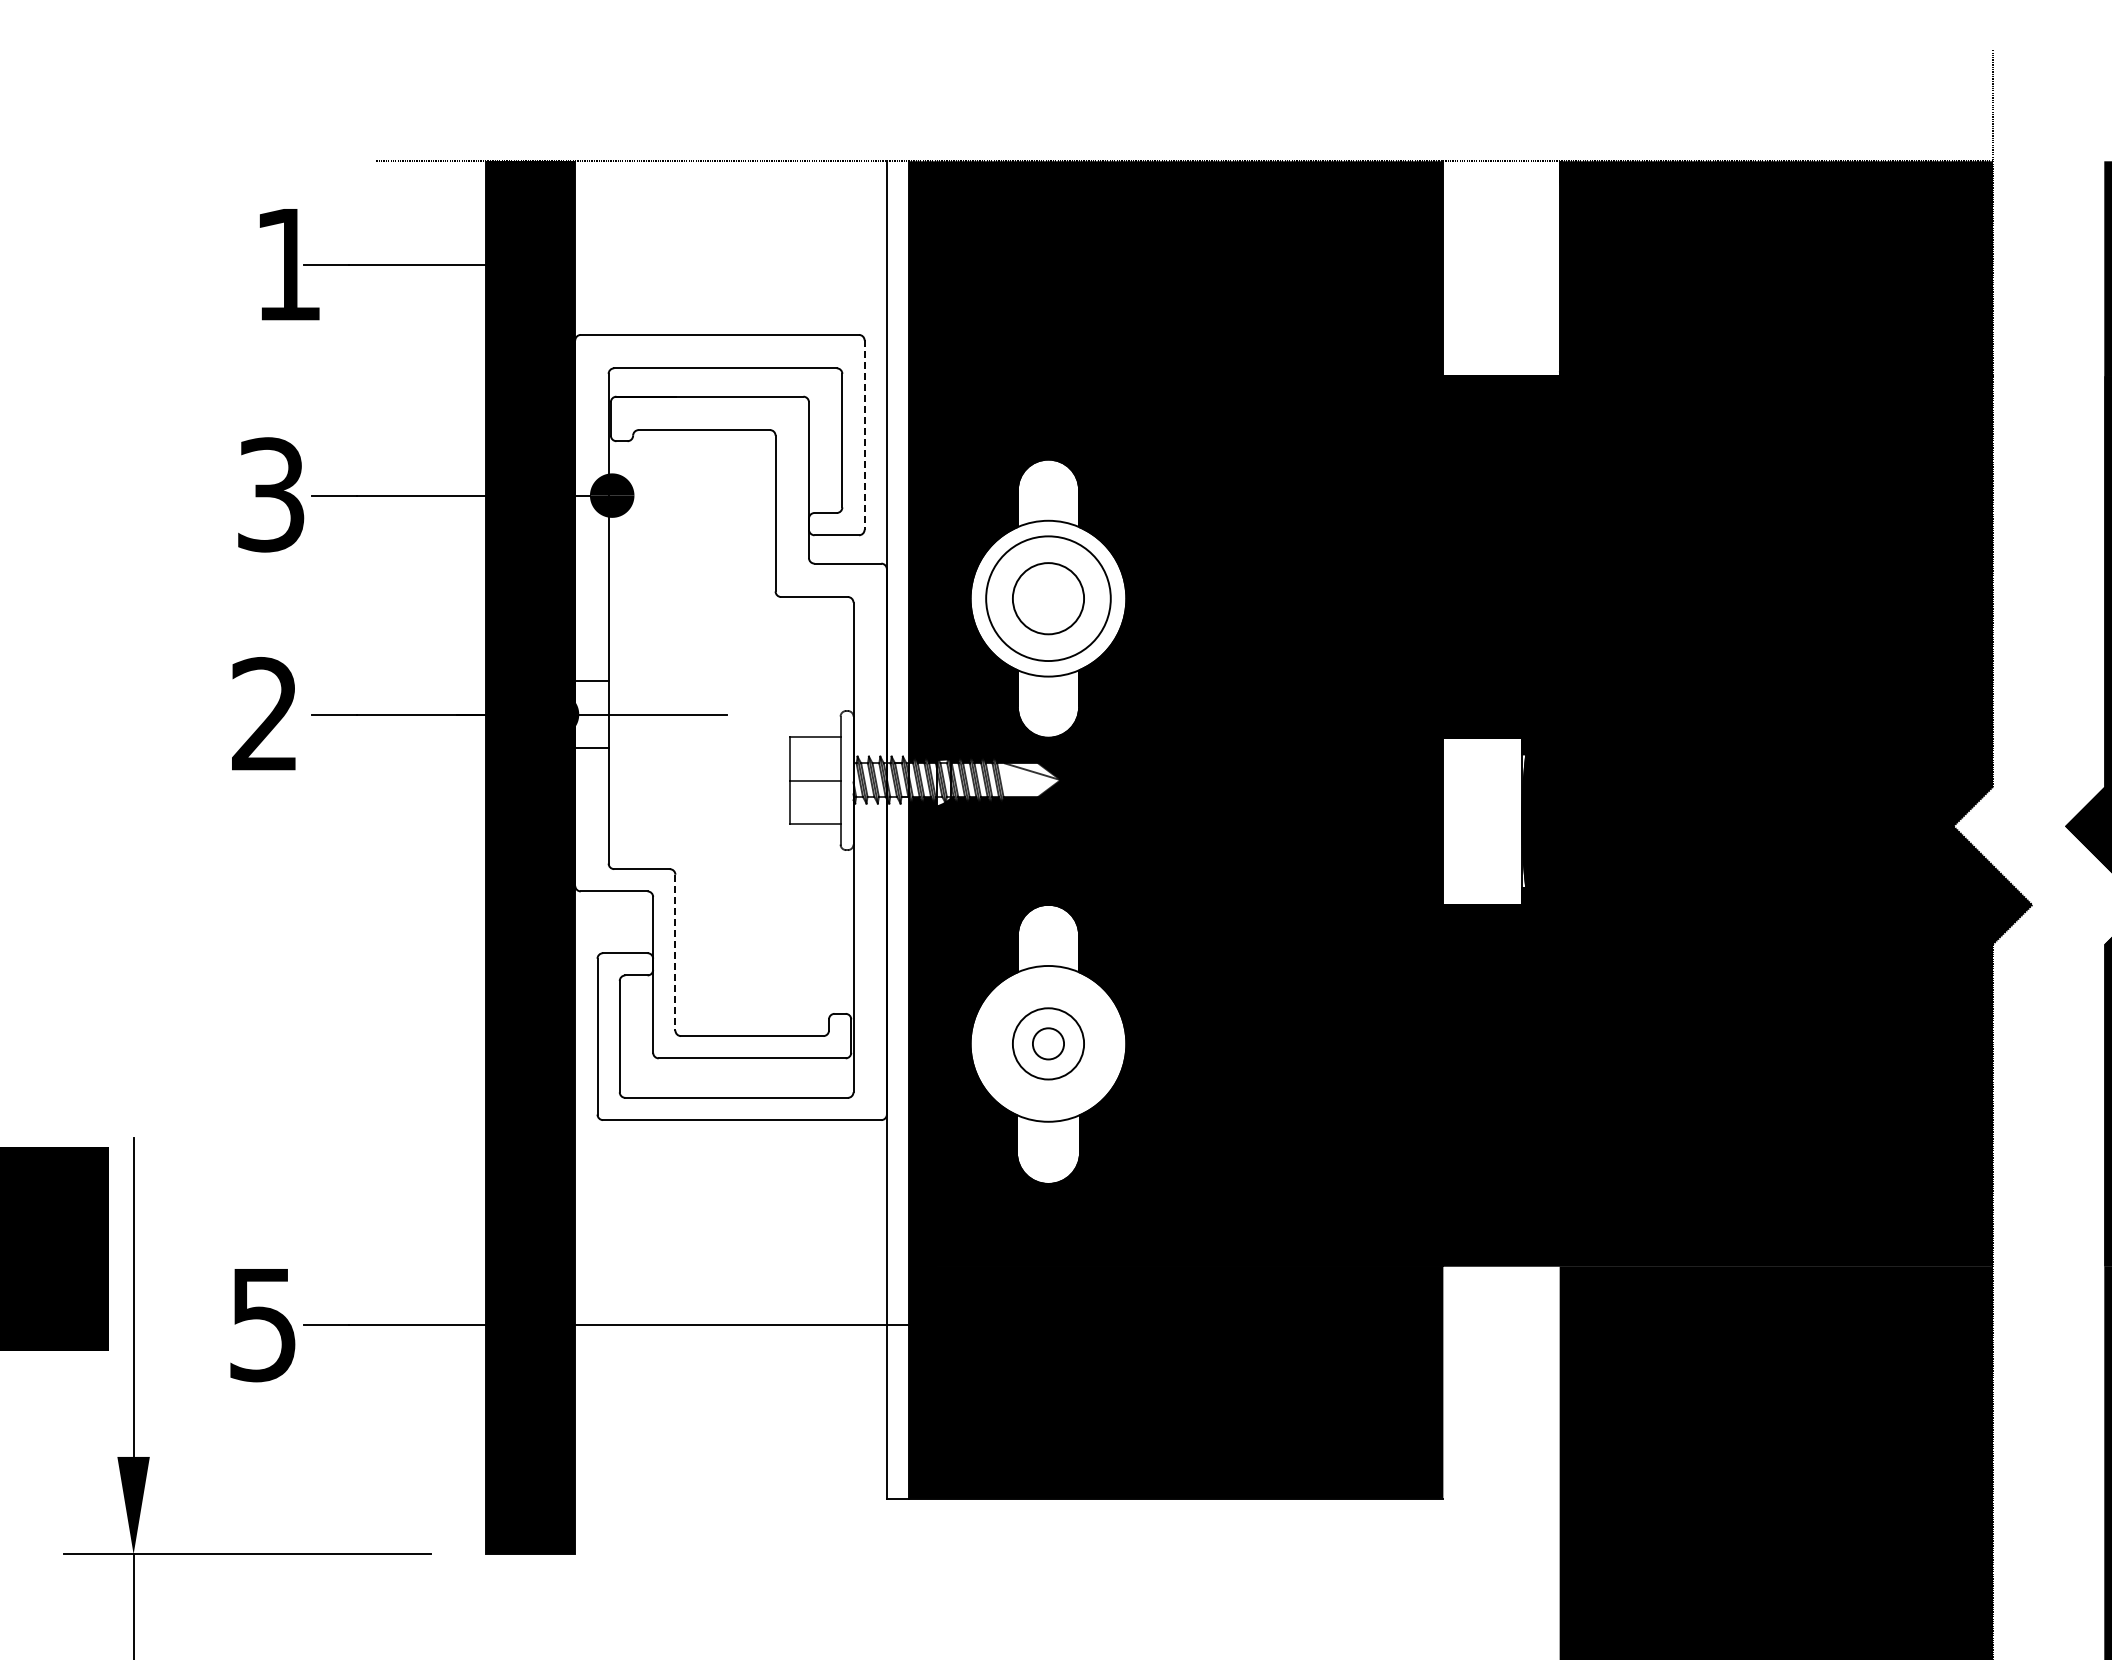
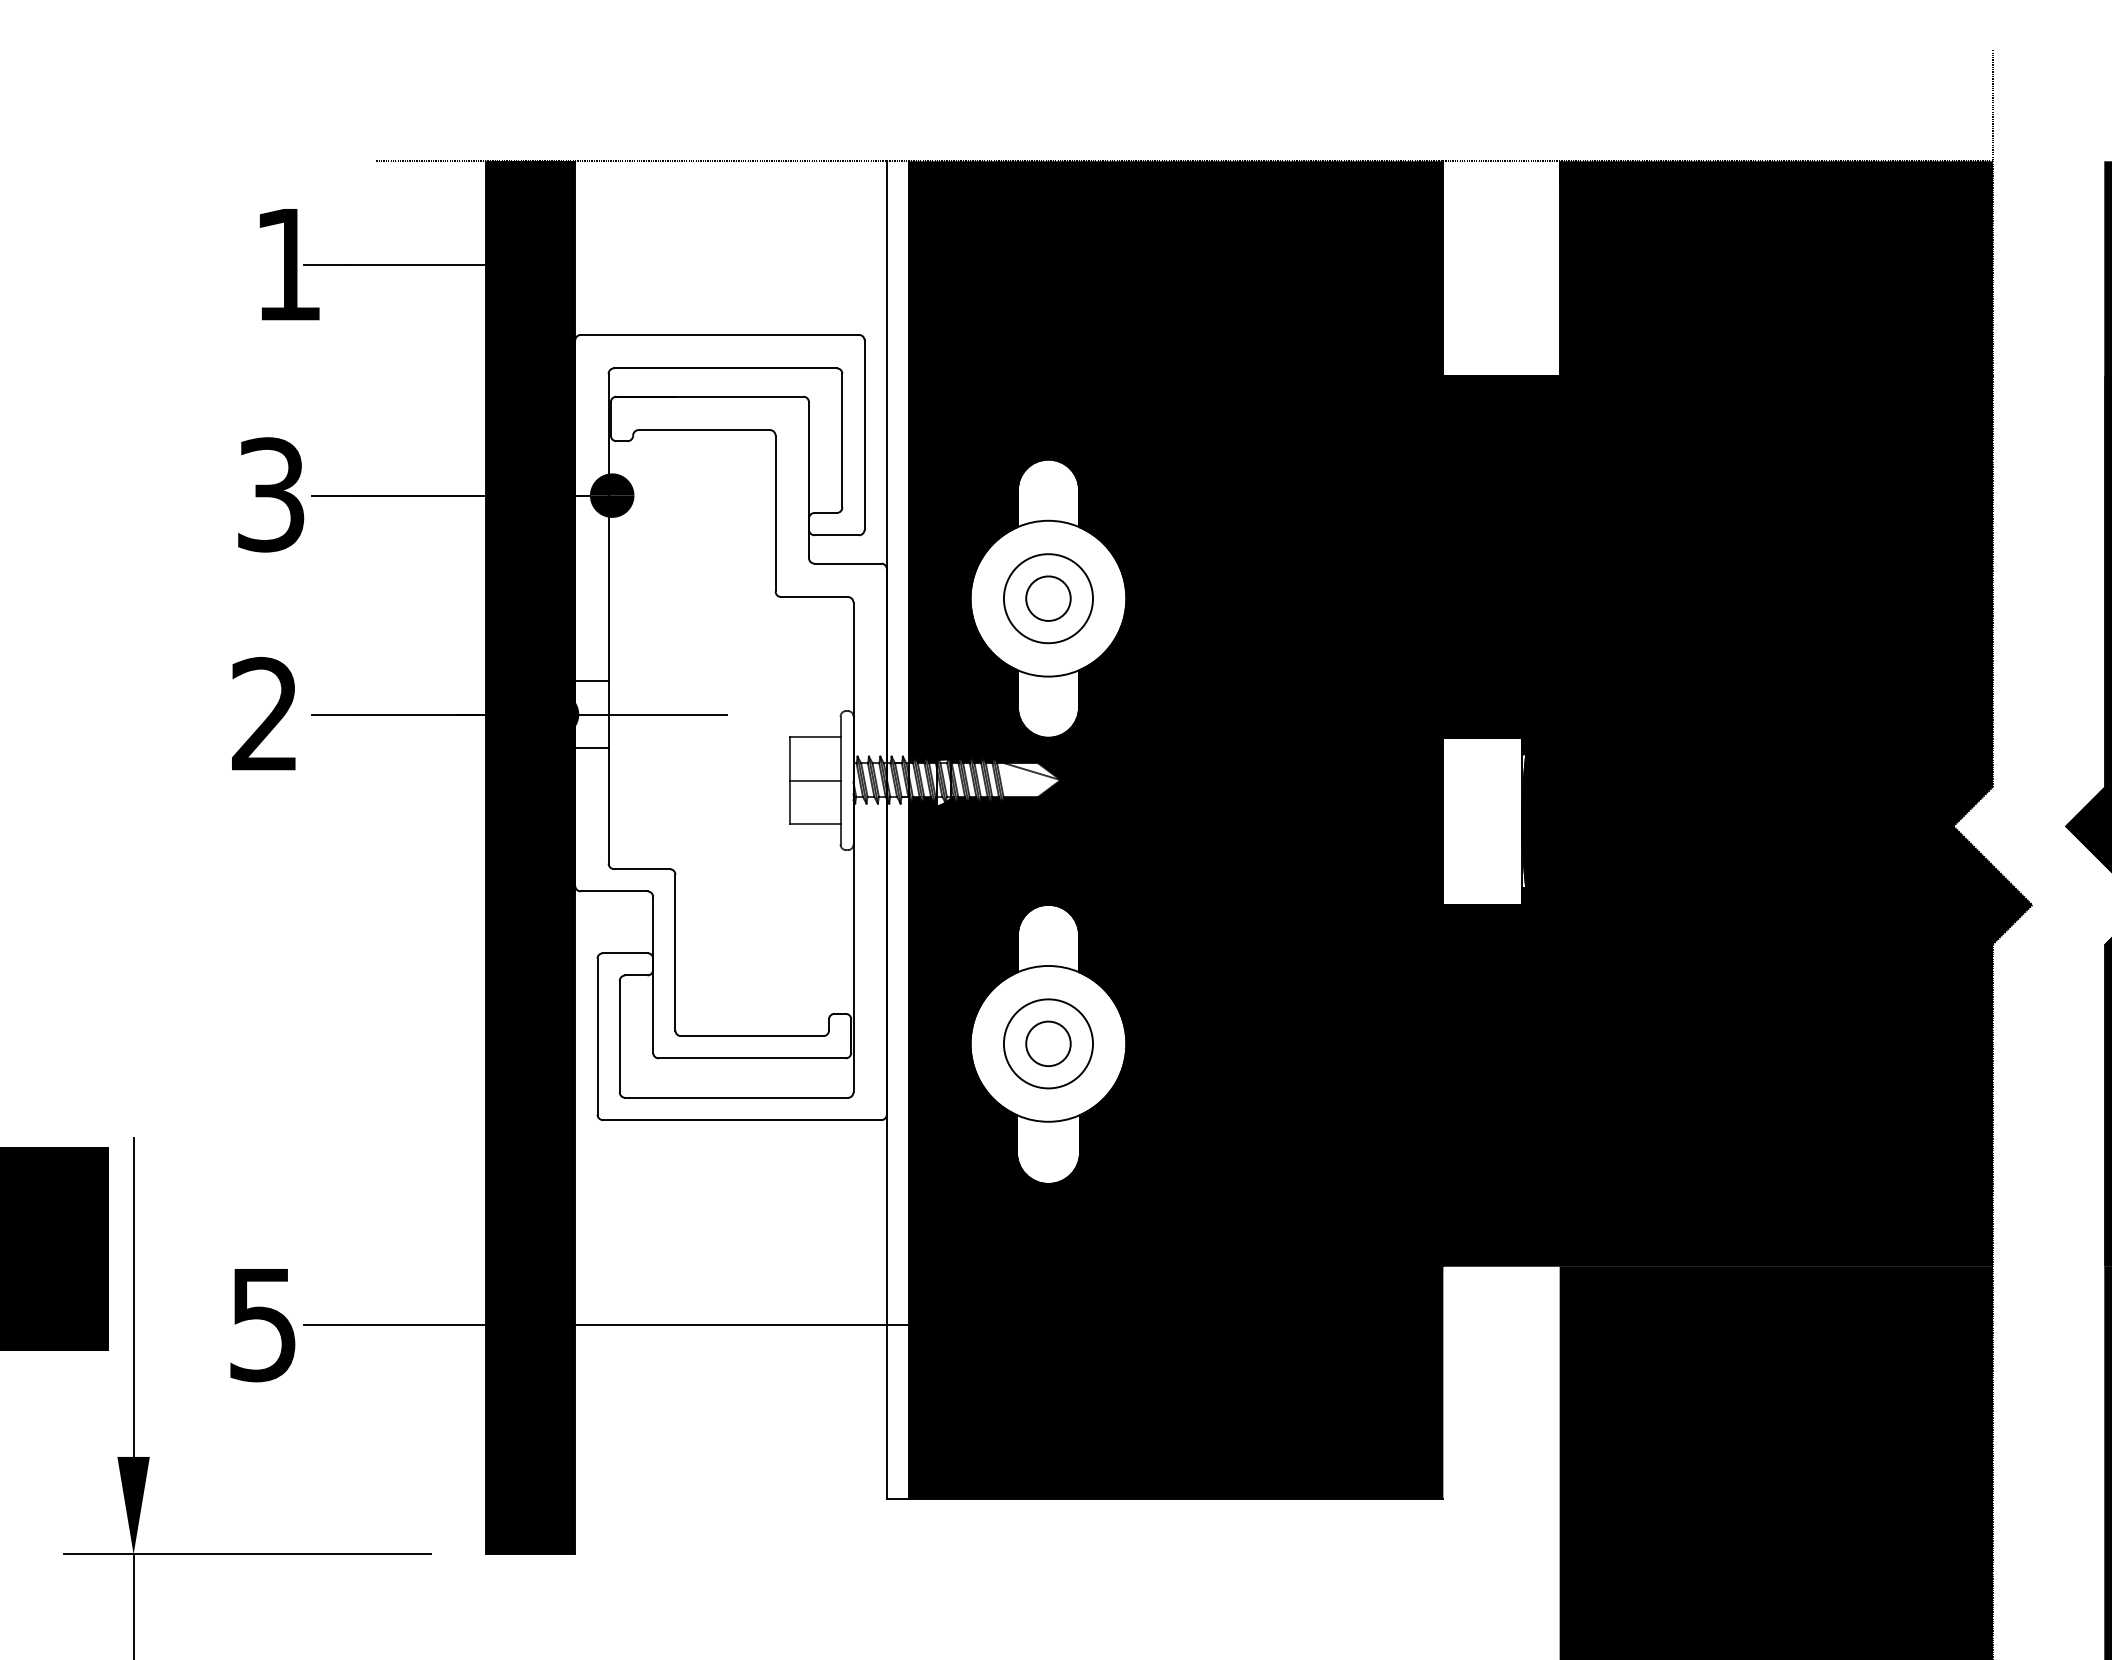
line at (864, 435): dashed -> solid
circle at (1048, 598) diameter: 125 px -> 89 px
circle at (1048, 598) diameter: 71 px -> 45 px
line at (675, 952): dashed -> solid
circle at (1048, 1043) diameter: 31 px -> 45 px
circle at (1048, 1043) diameter: 71 px -> 89 px
